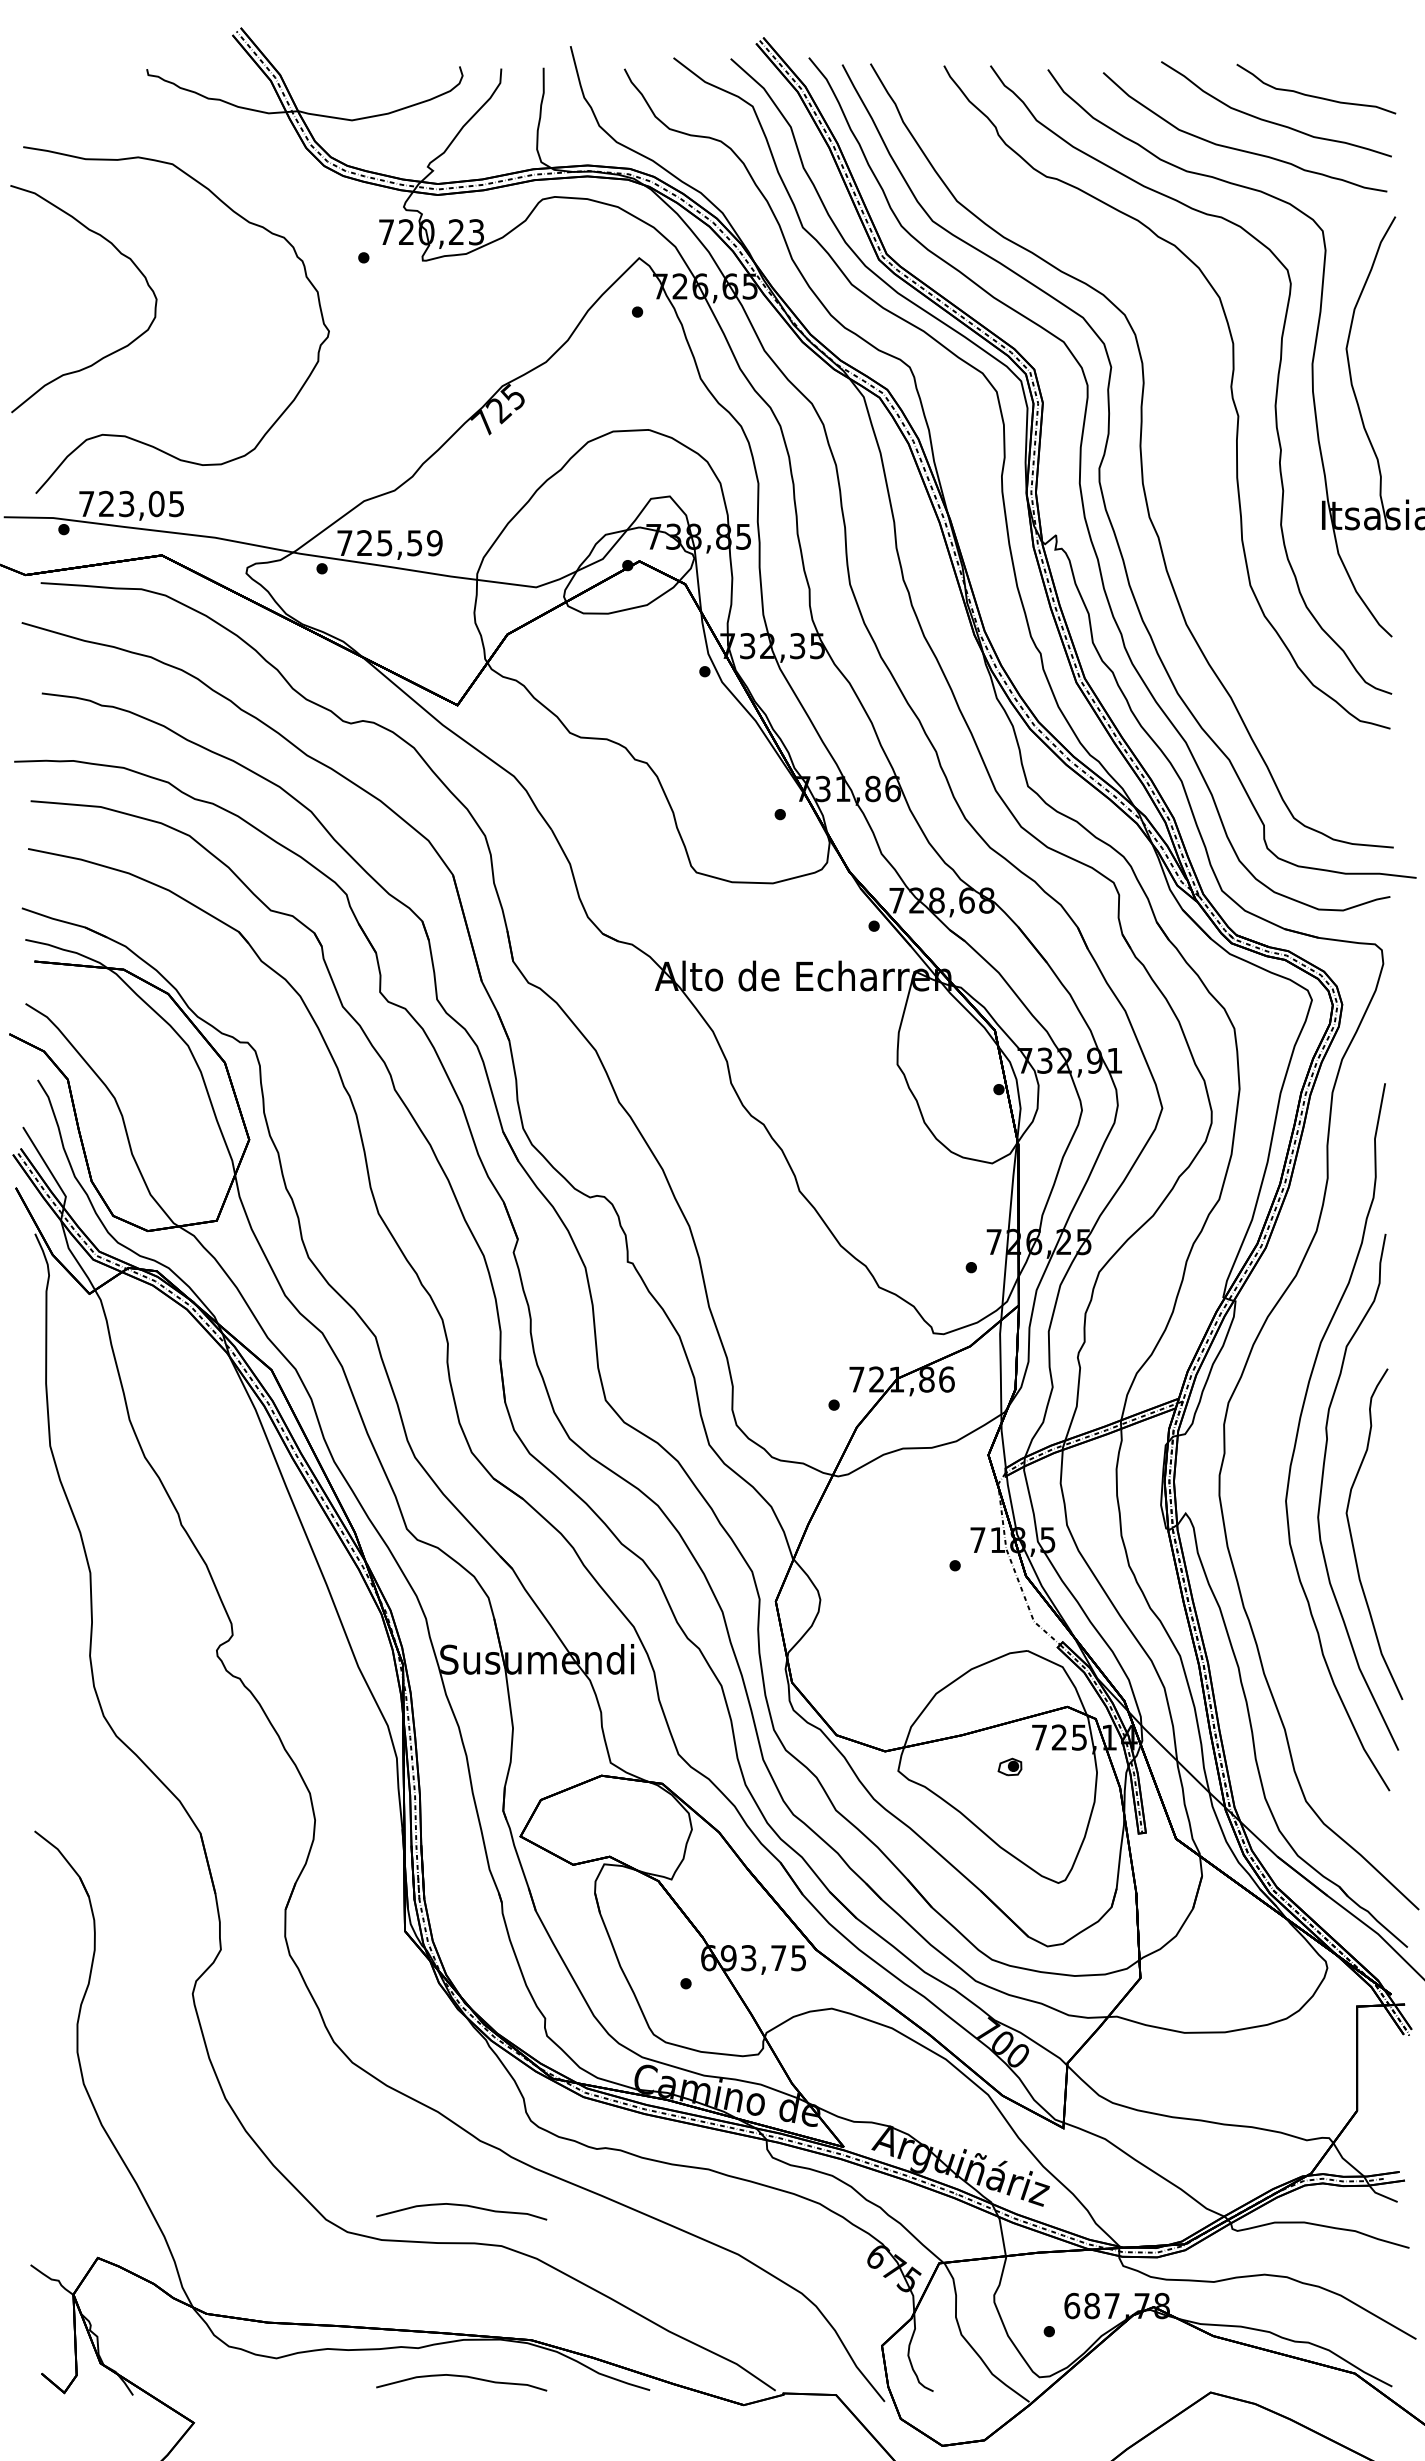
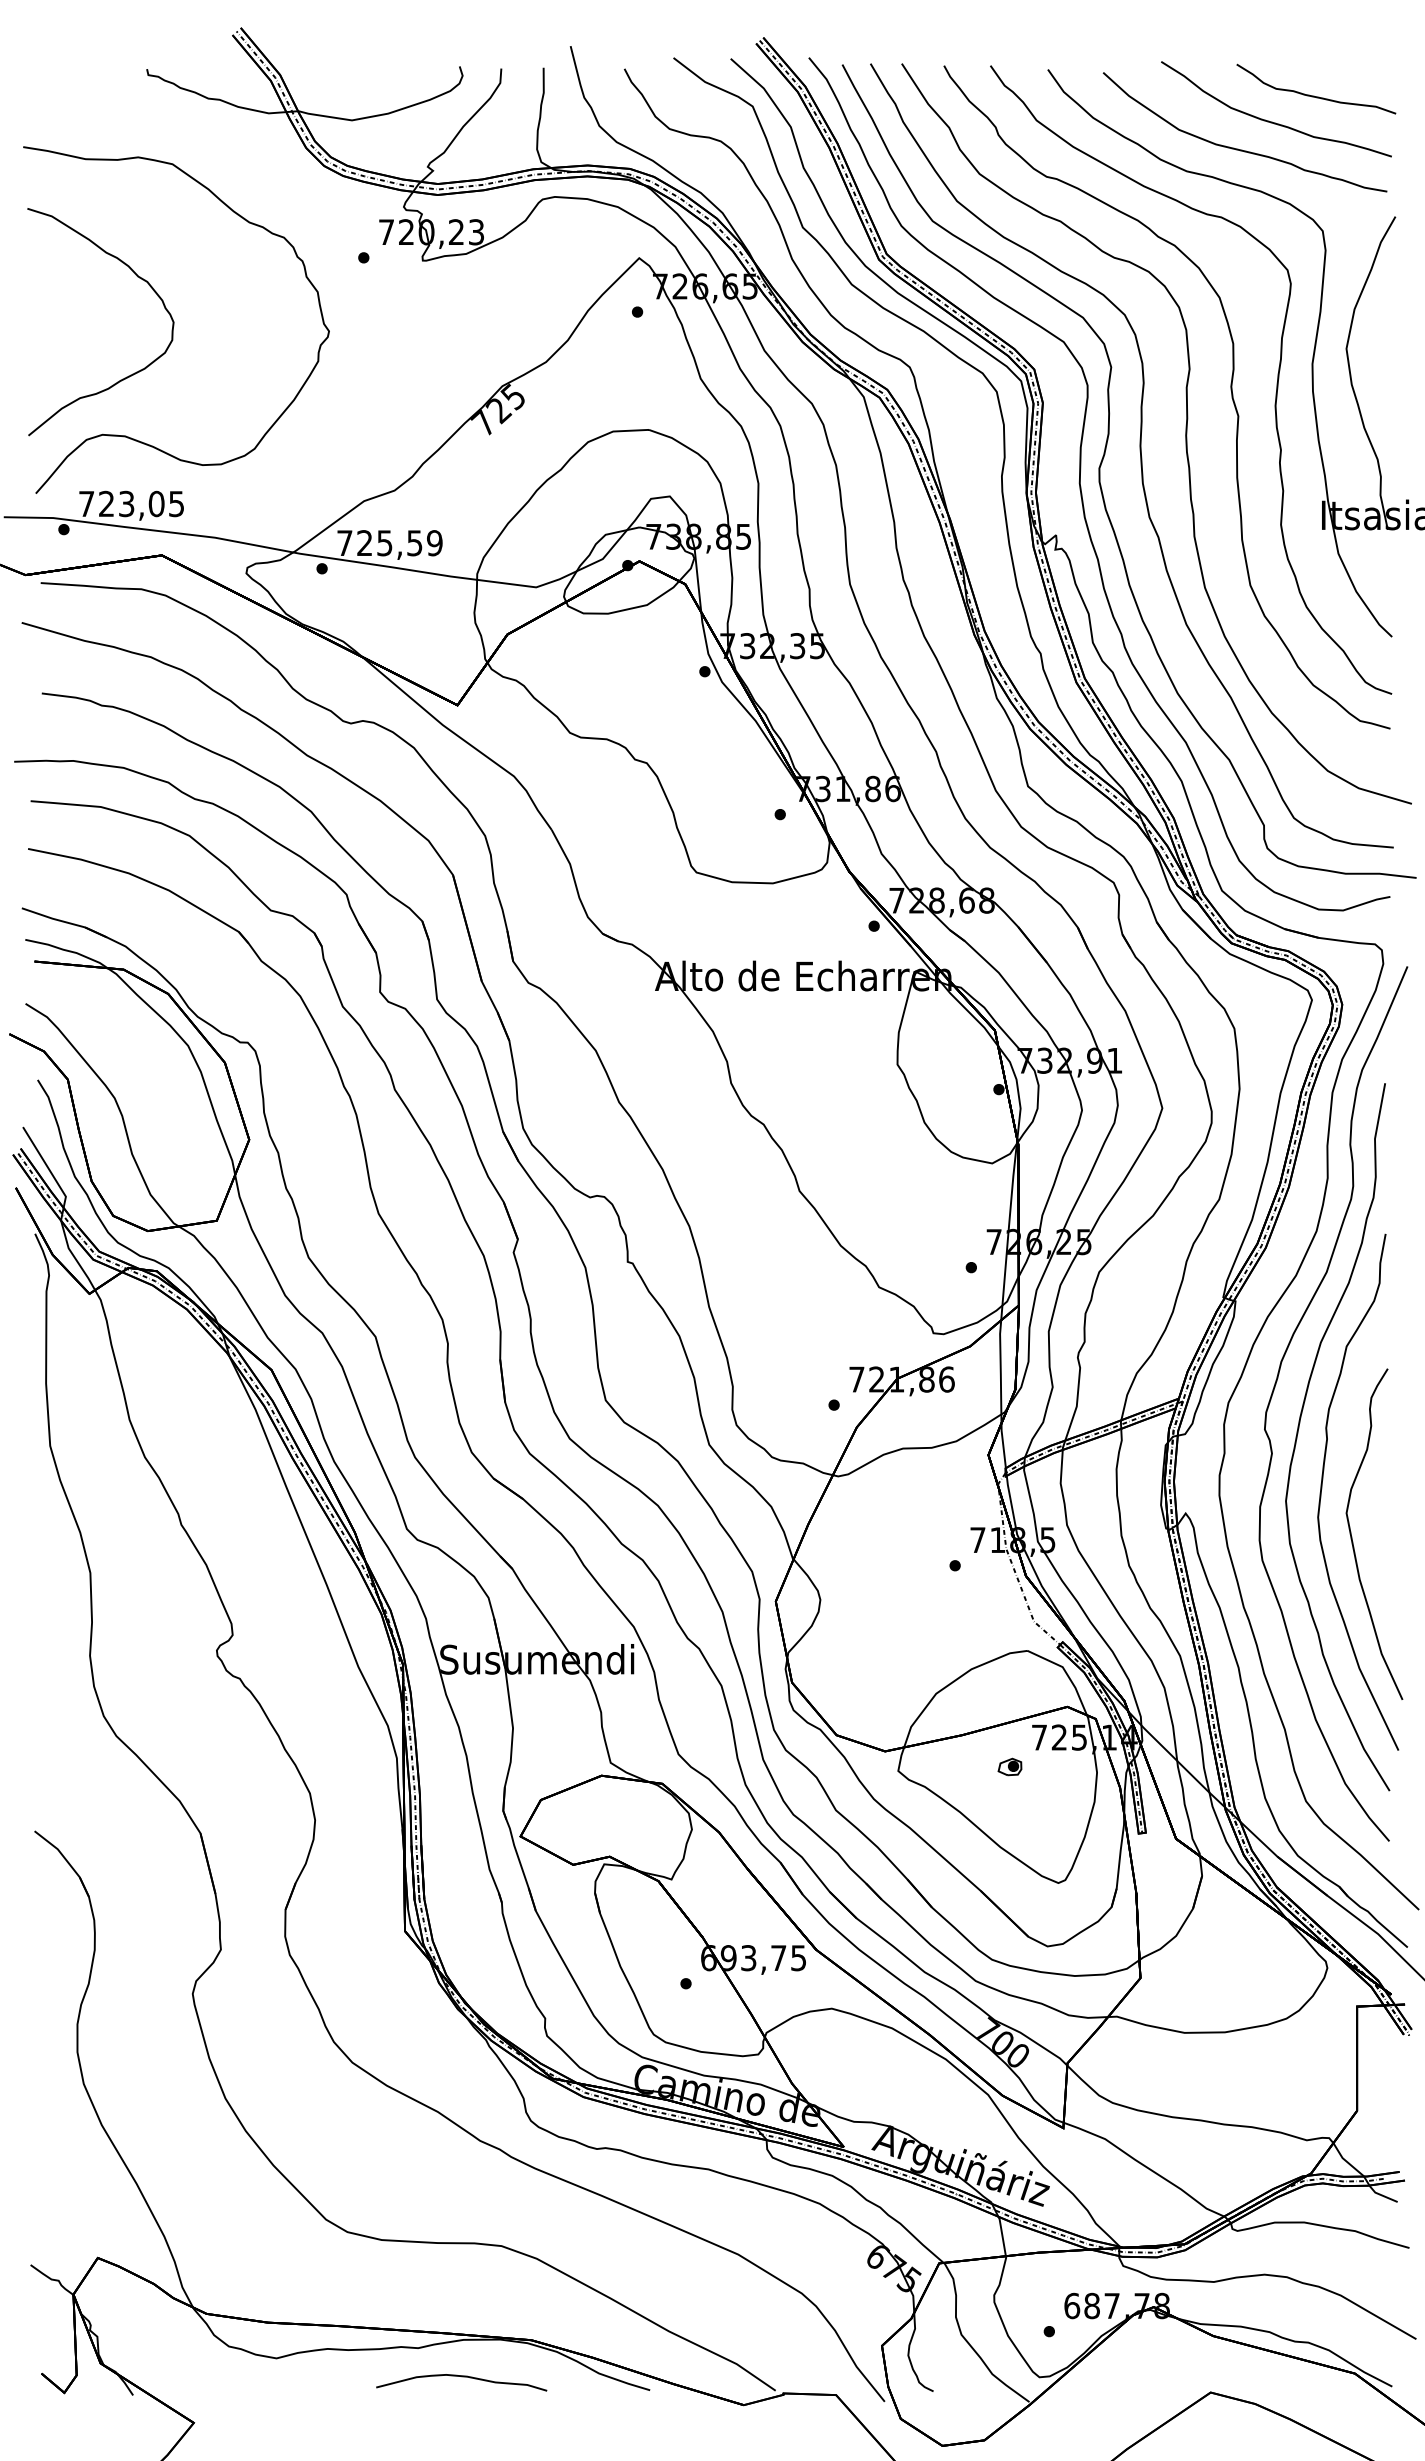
curve at (120, 254) position: (120, 254) -> (137, 277)
curve at (1185, 433): none -> present
curve at (1276, 1384): none -> present
curve at (461, 2206): present -> none
